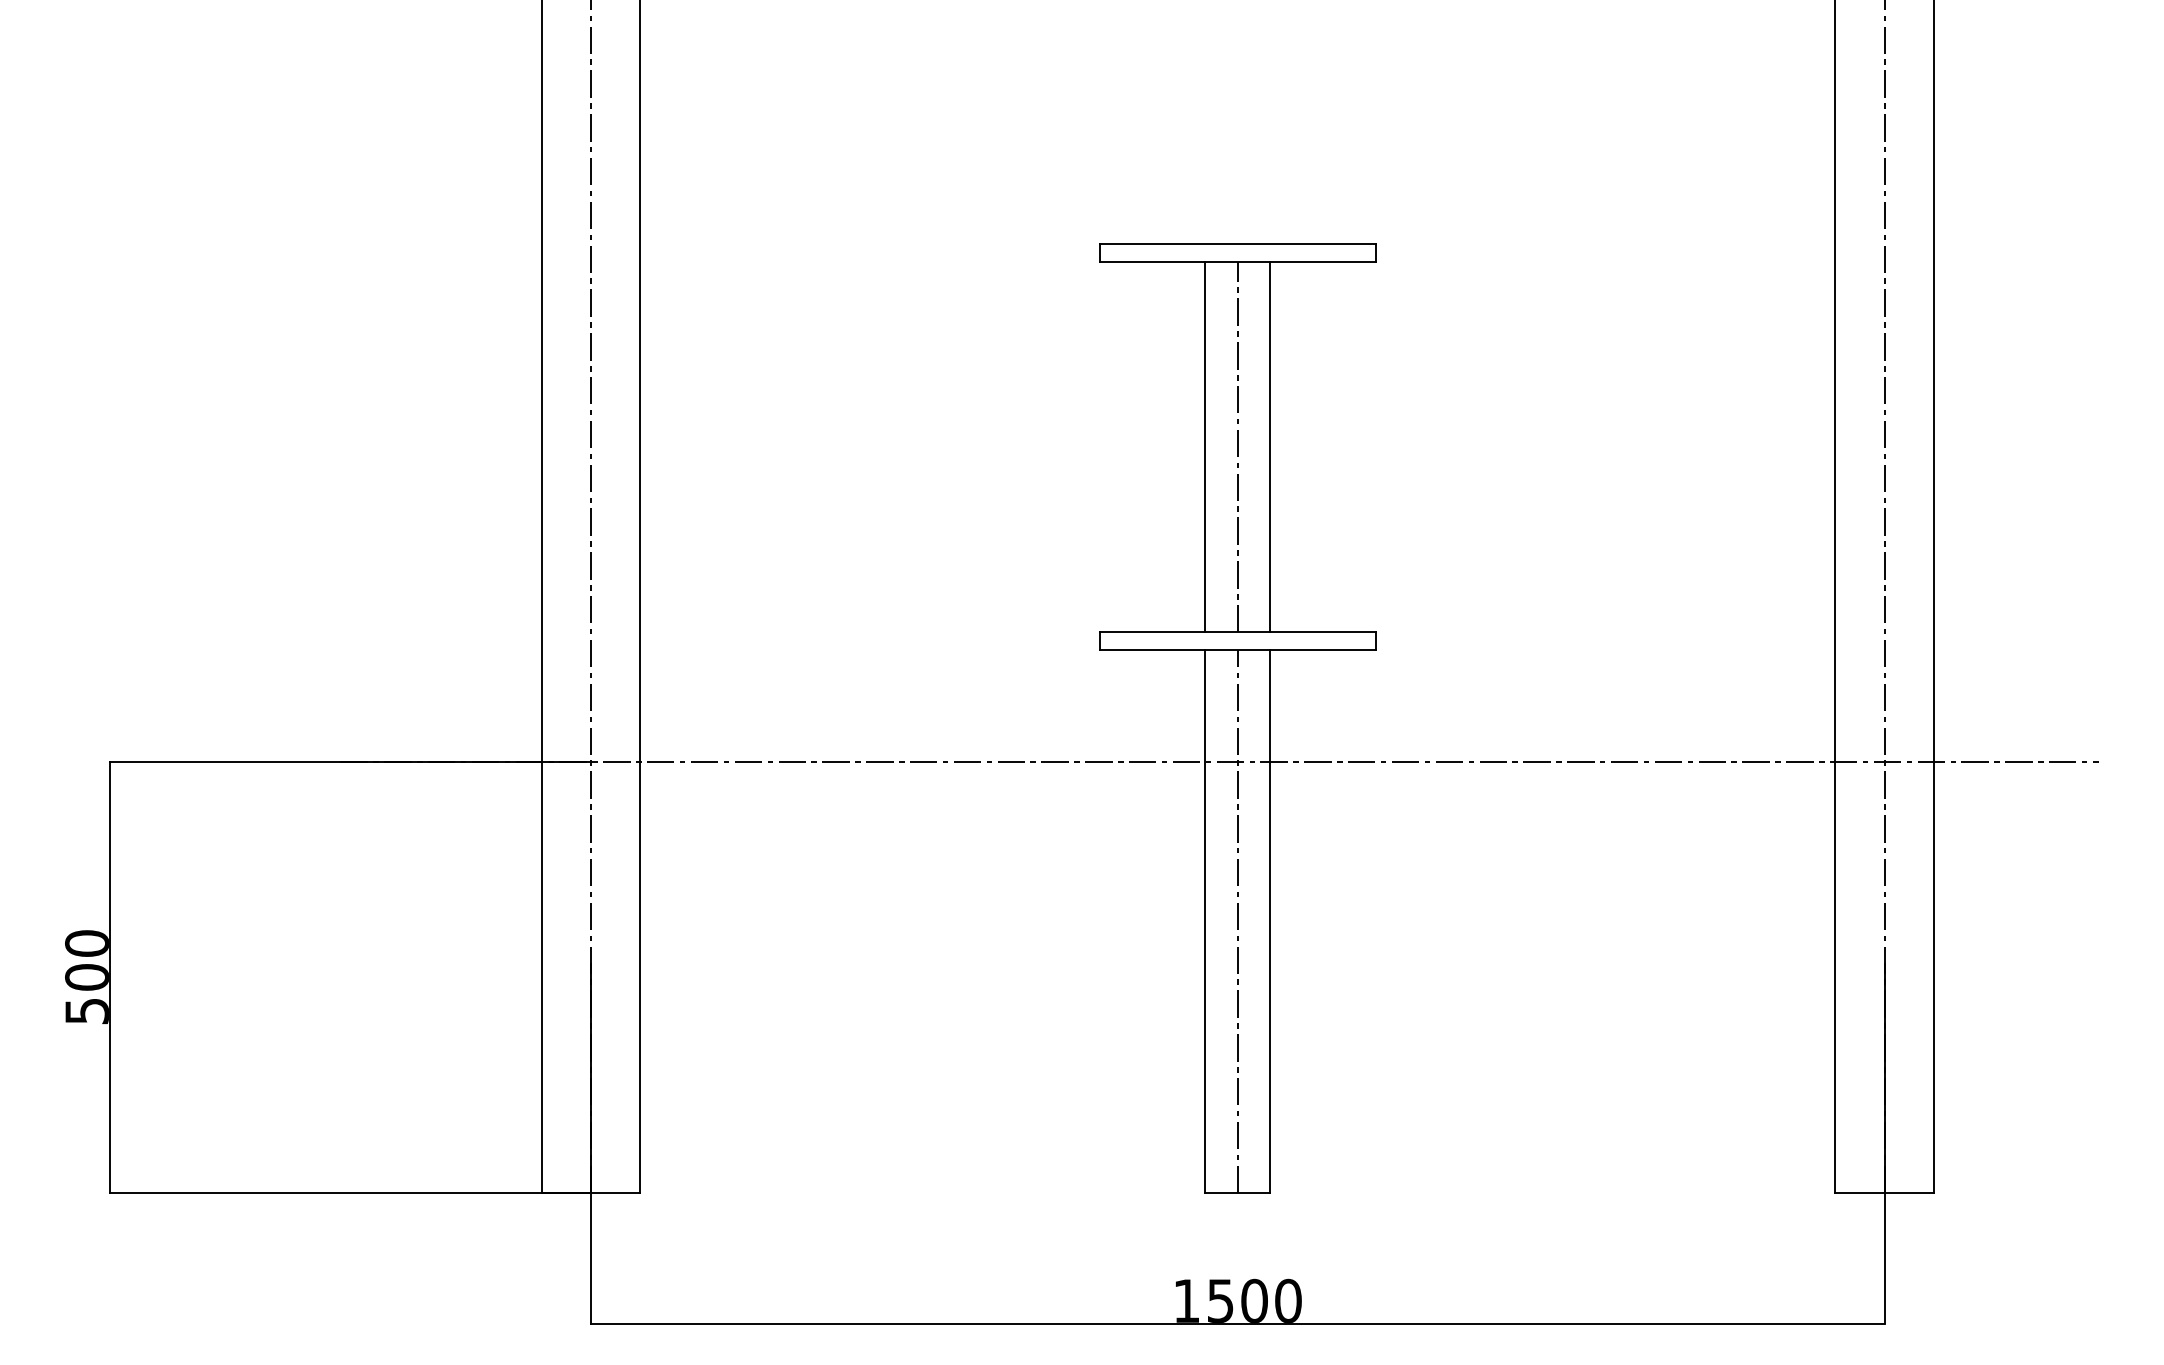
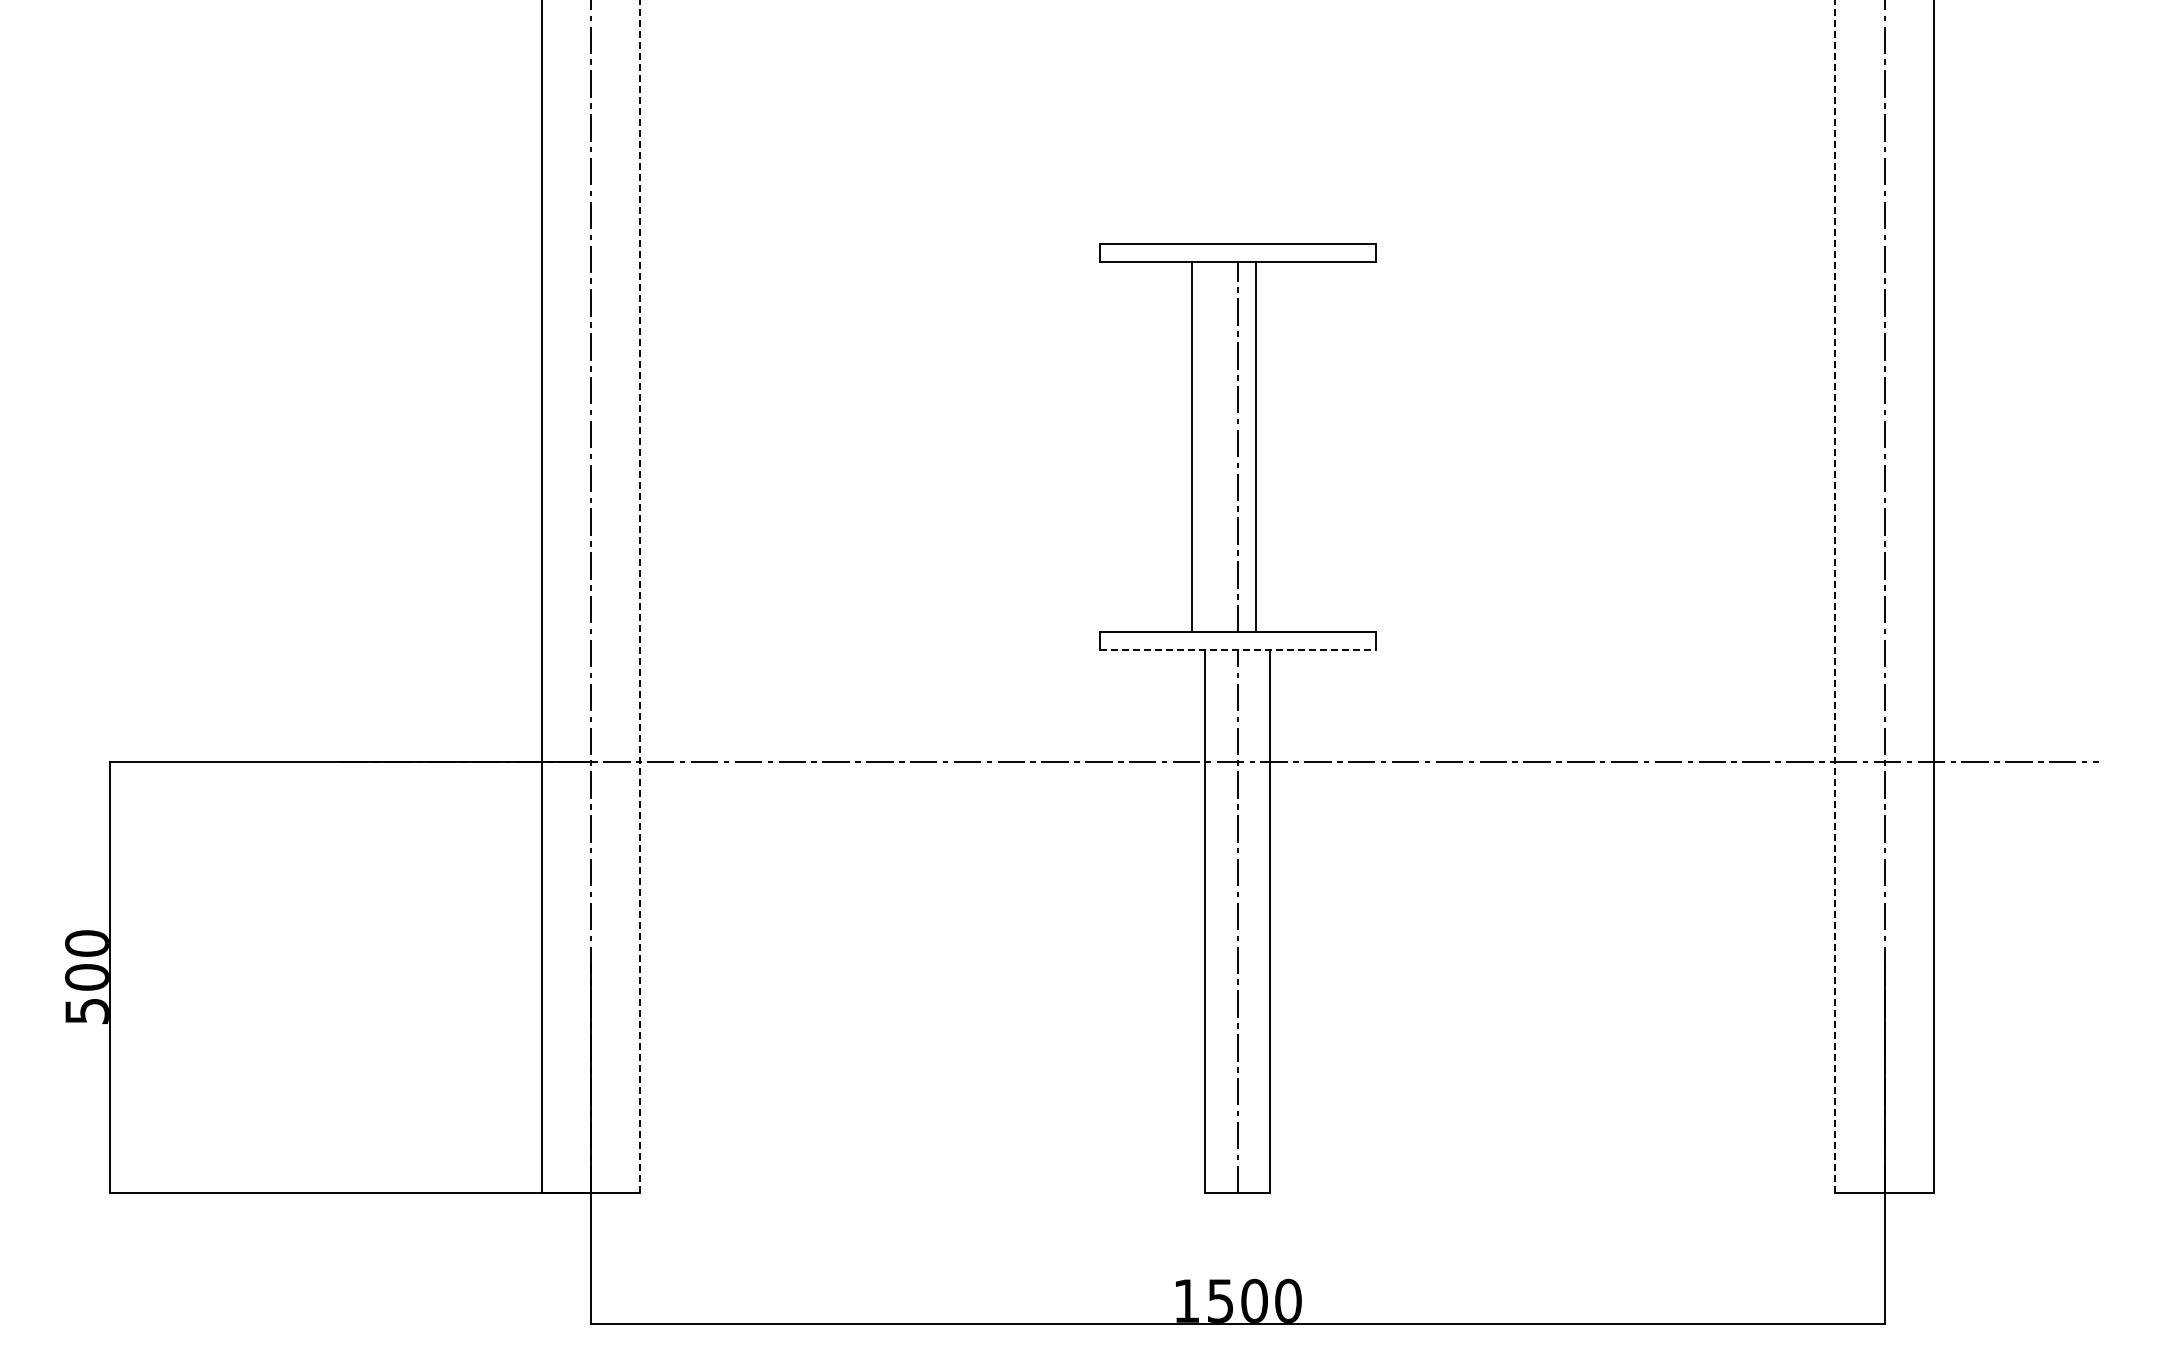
line at (1204, 446) position: (1204, 446) -> (1191, 446)
line at (1270, 446) position: (1270, 446) -> (1256, 446)
line at (640, 596): solid -> dashed
line at (1835, 596): solid -> dashed
line at (1237, 649): solid -> dashed
